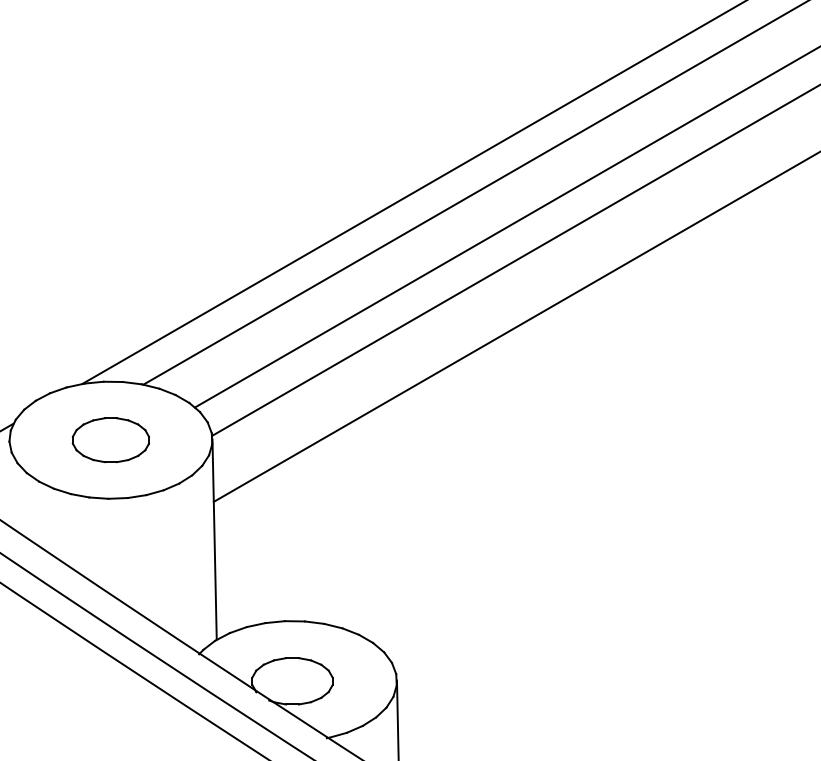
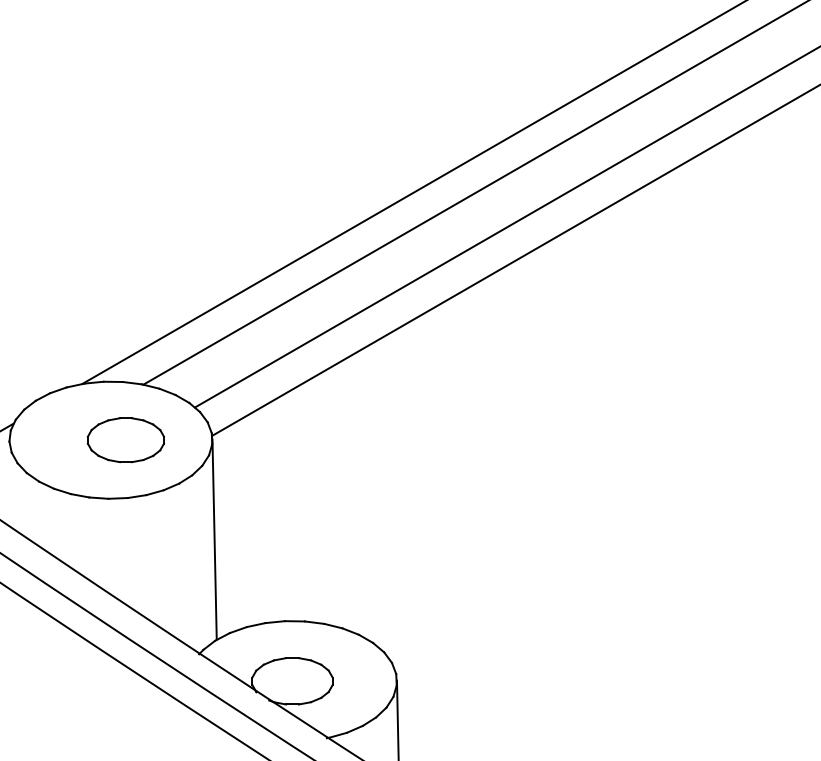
line at (515, 327): present -> none
part at (110, 440) position: (110, 440) -> (125, 440)
